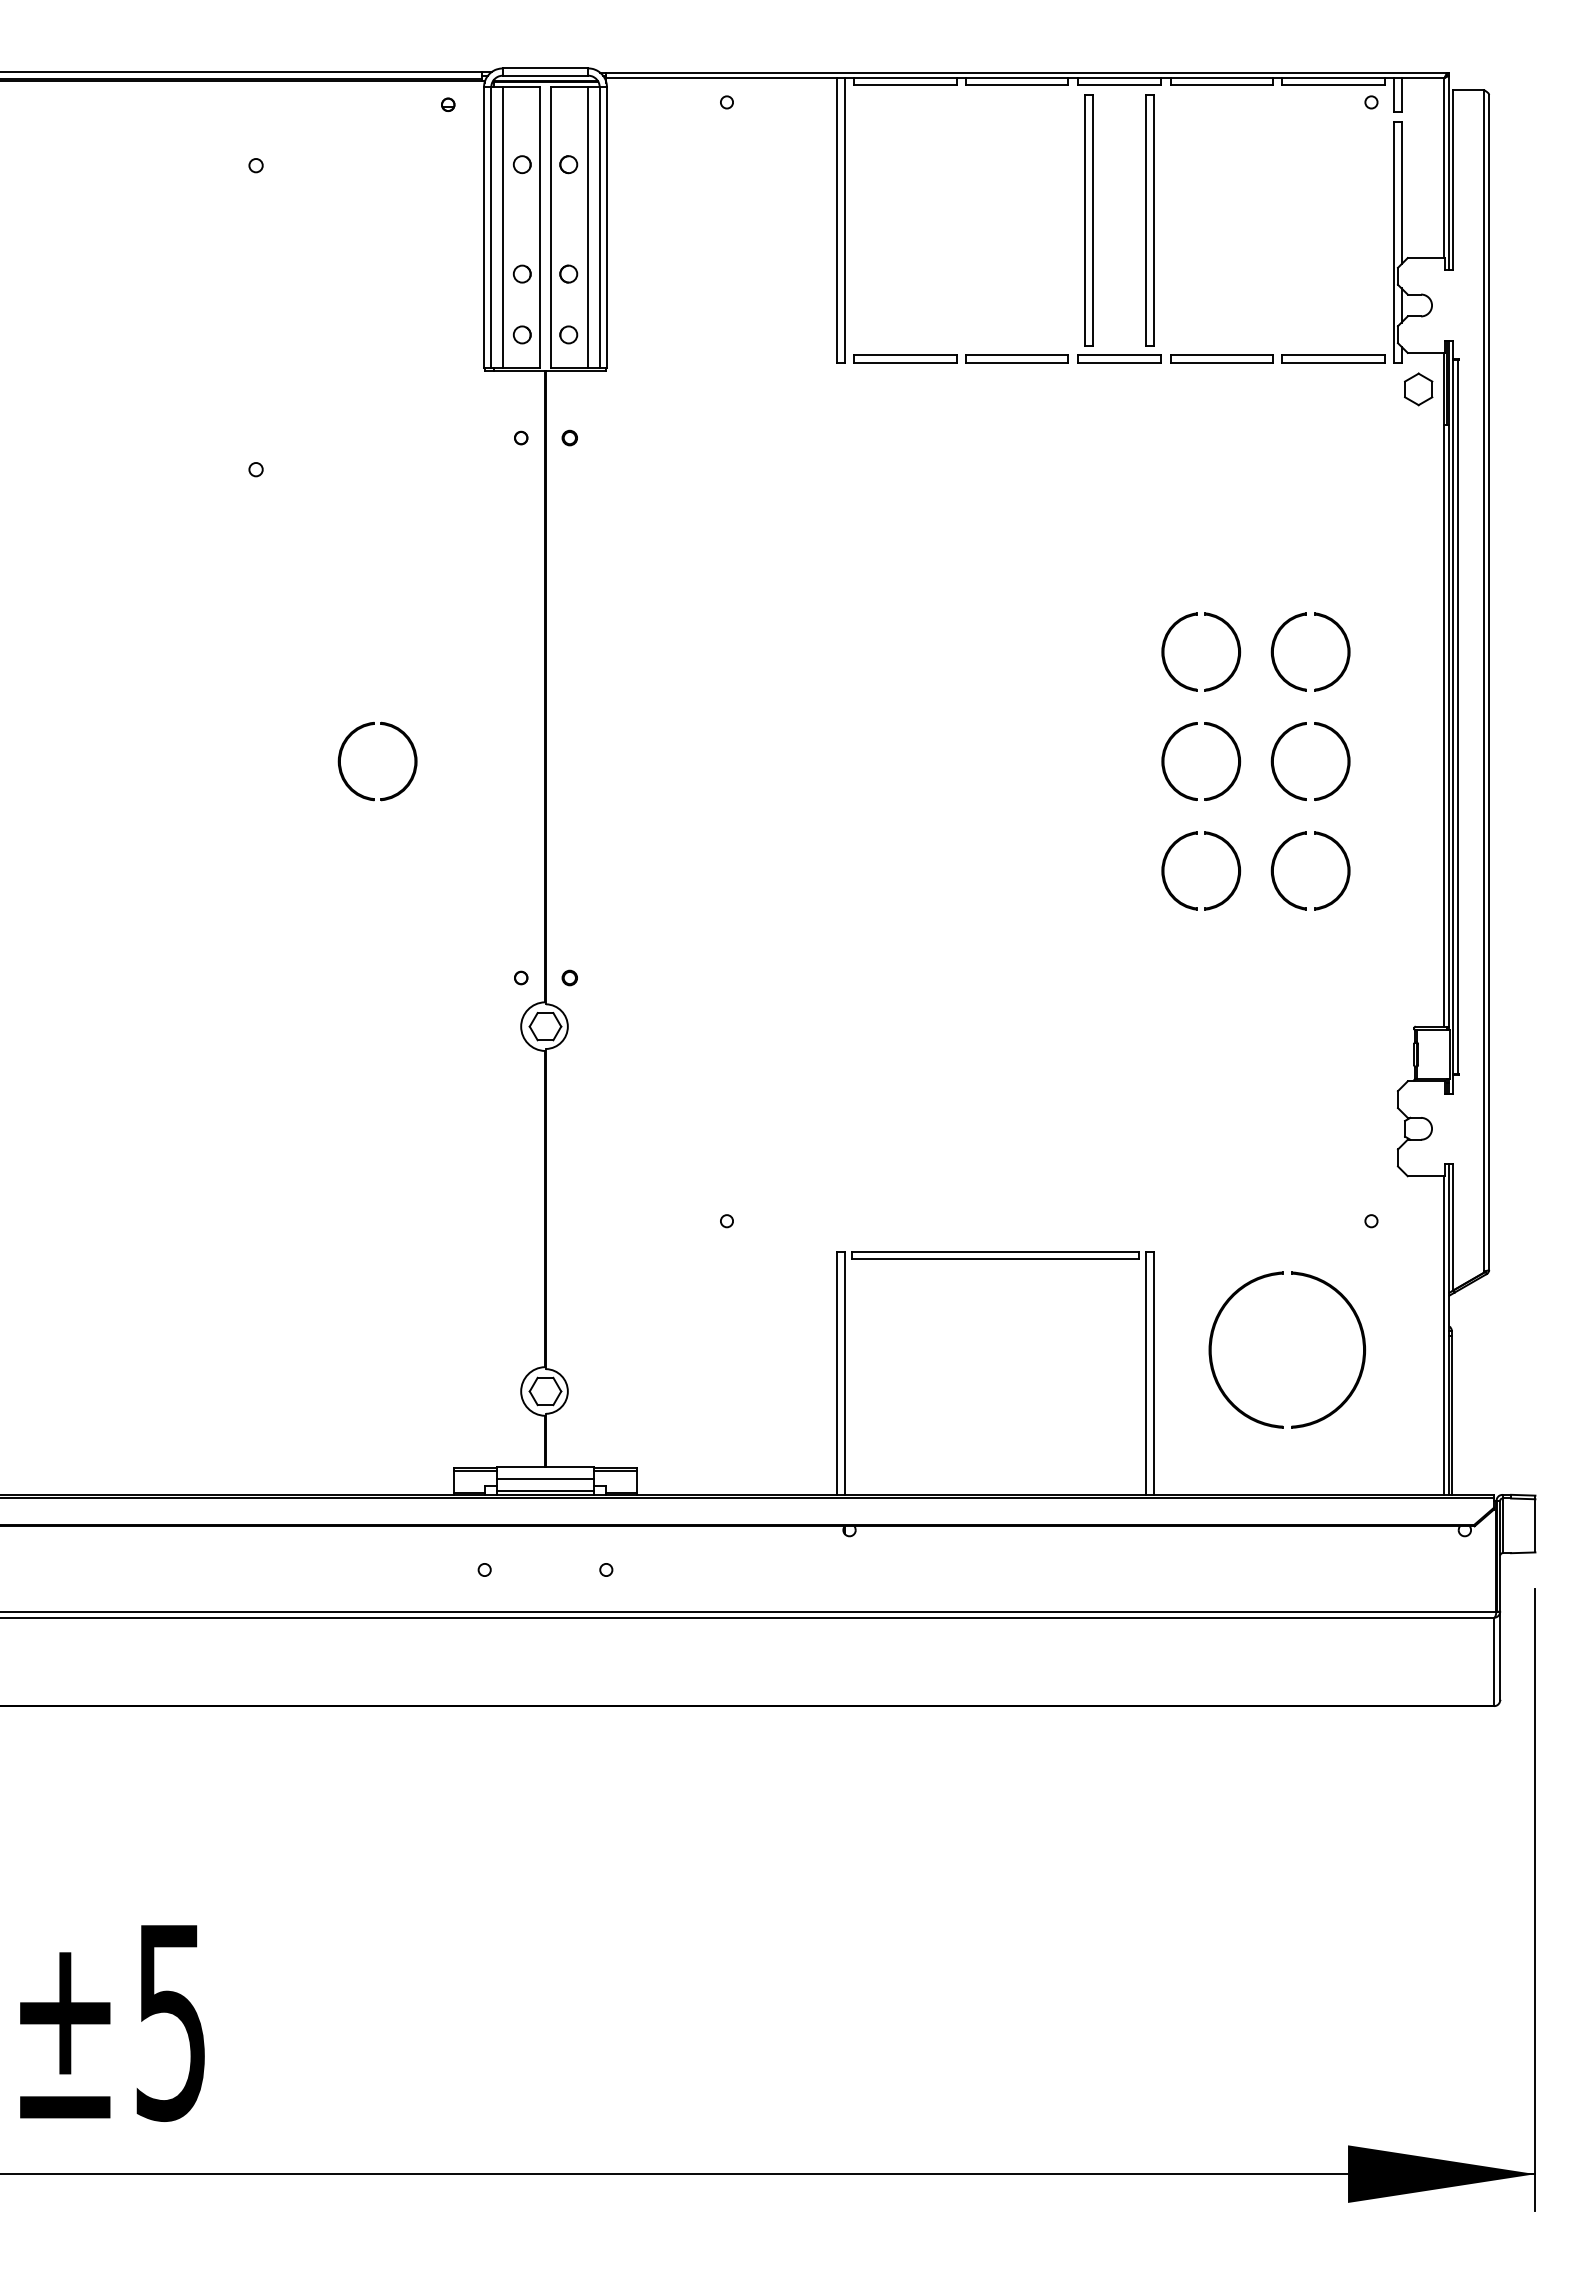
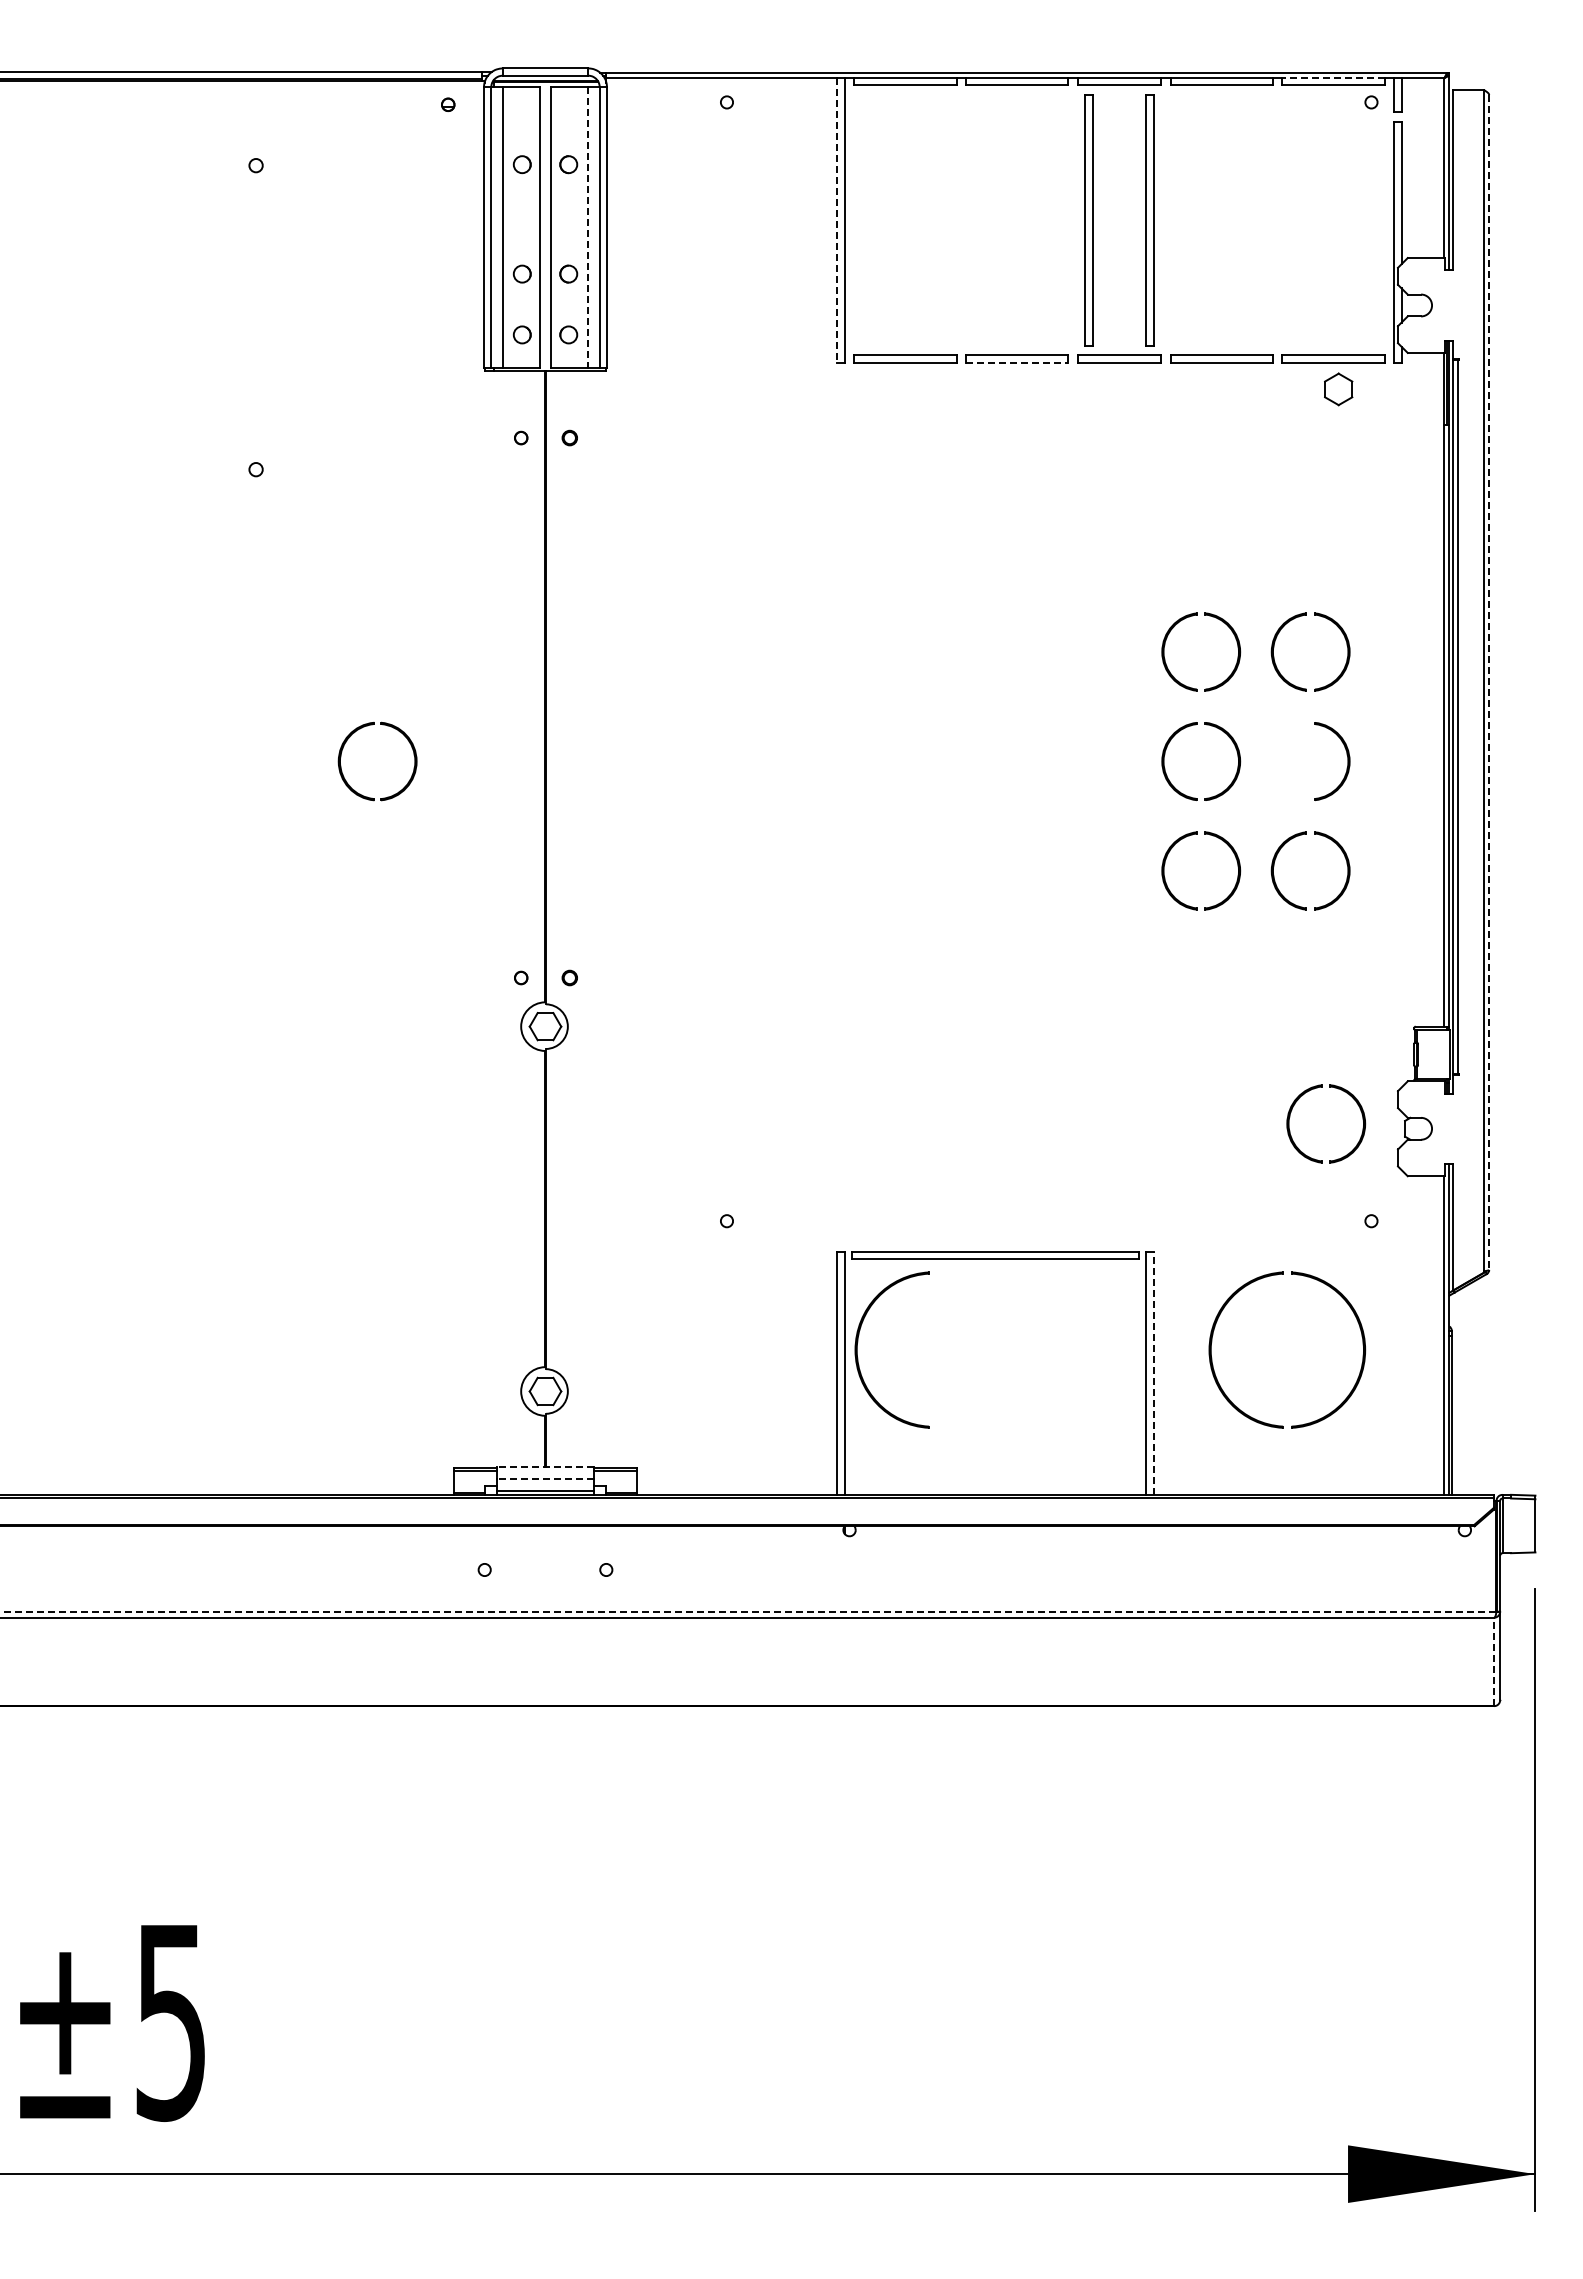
line at (1333, 78): solid -> dashed
line at (837, 220): solid -> dashed
line at (588, 227): solid -> dashed
line at (1017, 362): solid -> dashed
part at (1418, 389) position: (1418, 389) -> (1338, 389)
line at (1489, 683): solid -> dashed
part at (1274, 757): present -> none
part at (1342, 1091): none -> present
part at (858, 1342): none -> present
line at (1153, 1373): solid -> dashed
line at (545, 1466): solid -> dashed
line at (545, 1478): solid -> dashed
line at (748, 1611): solid -> dashed
line at (1494, 1661): solid -> dashed
